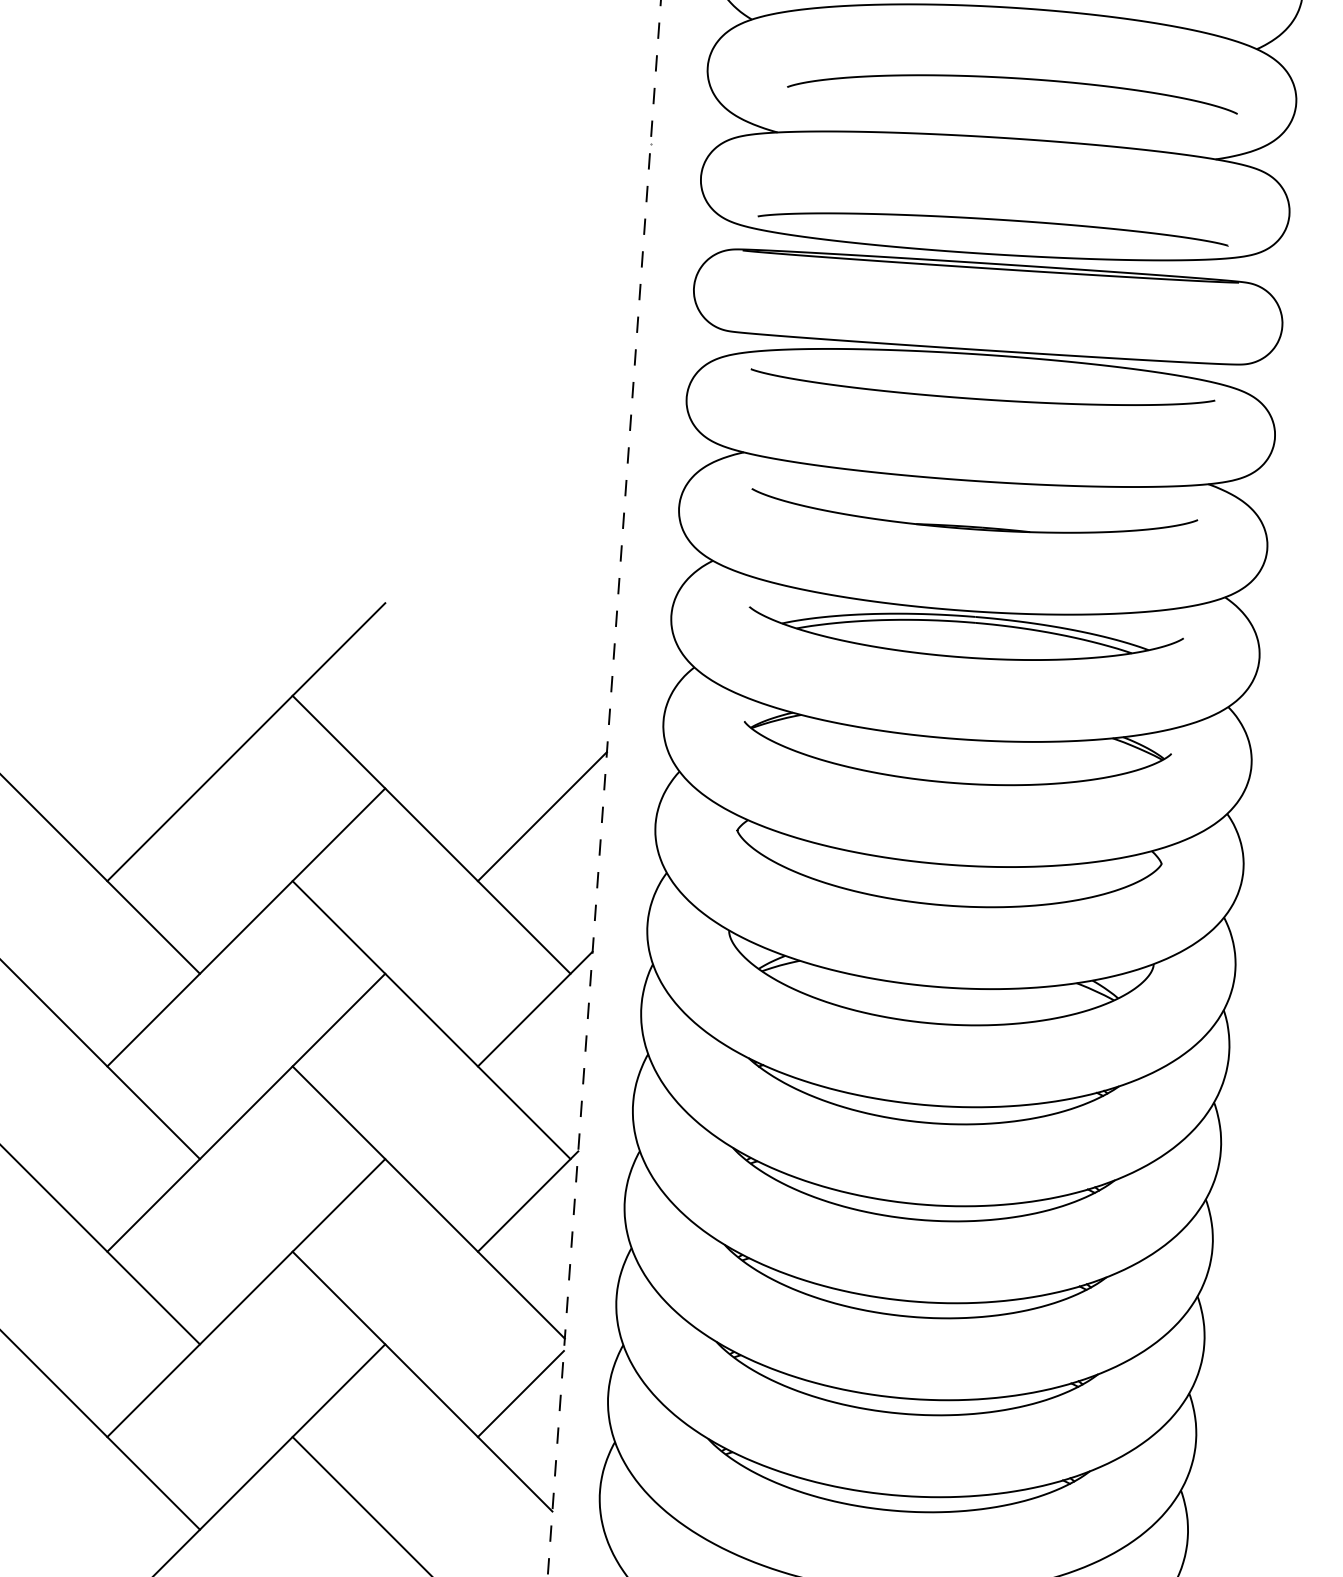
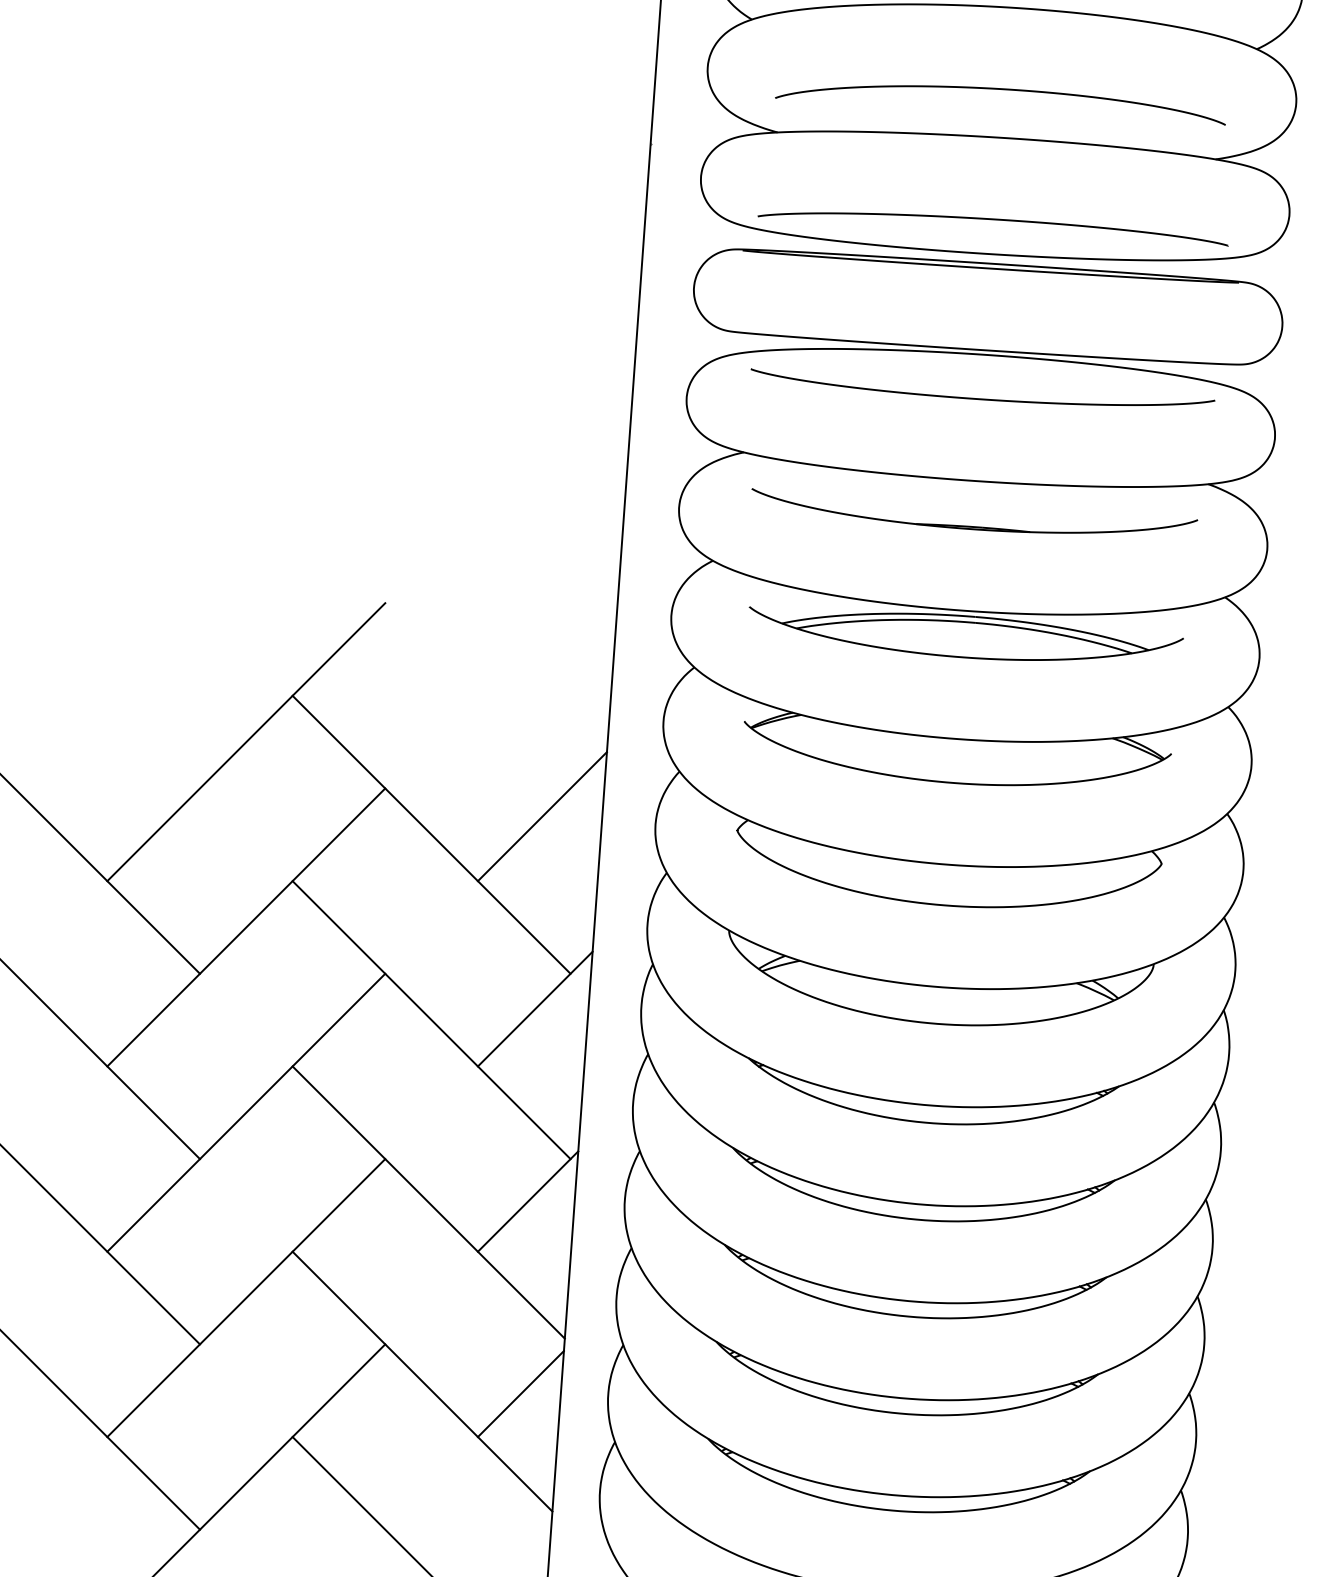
curve at (1014, 79) position: (1014, 79) -> (1002, 90)
line at (604, 788): dashed -> solid
